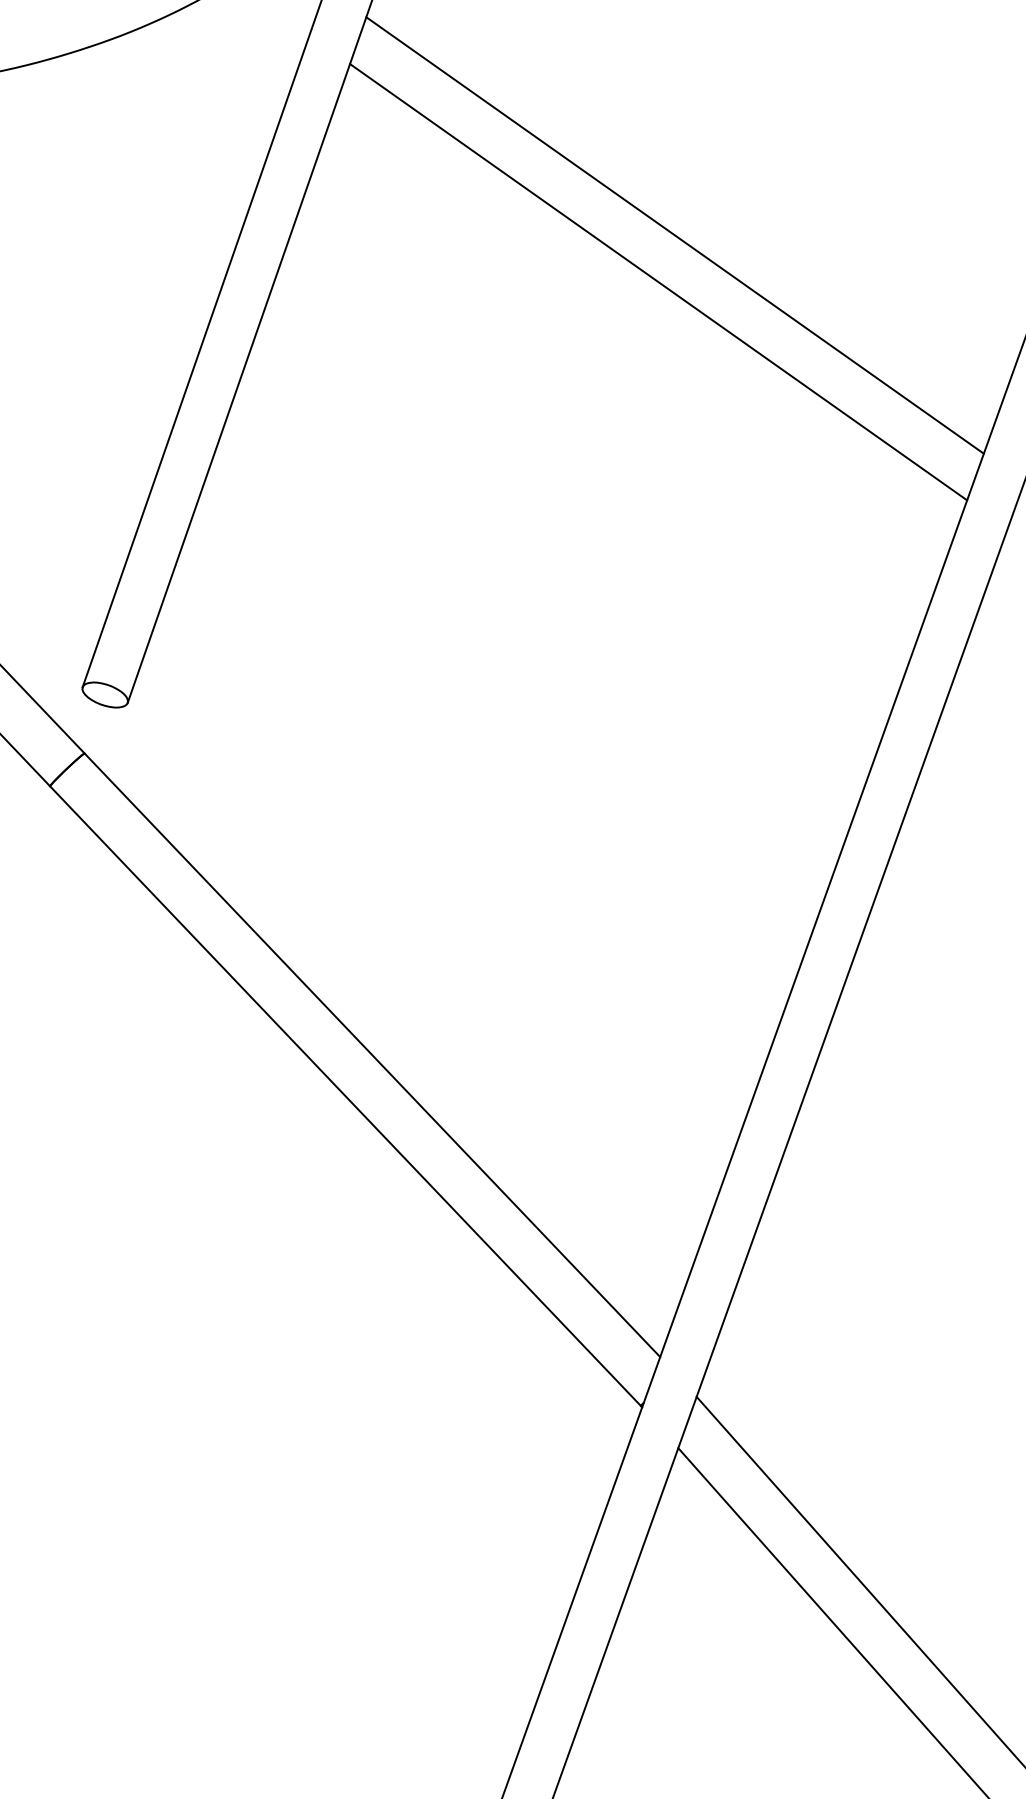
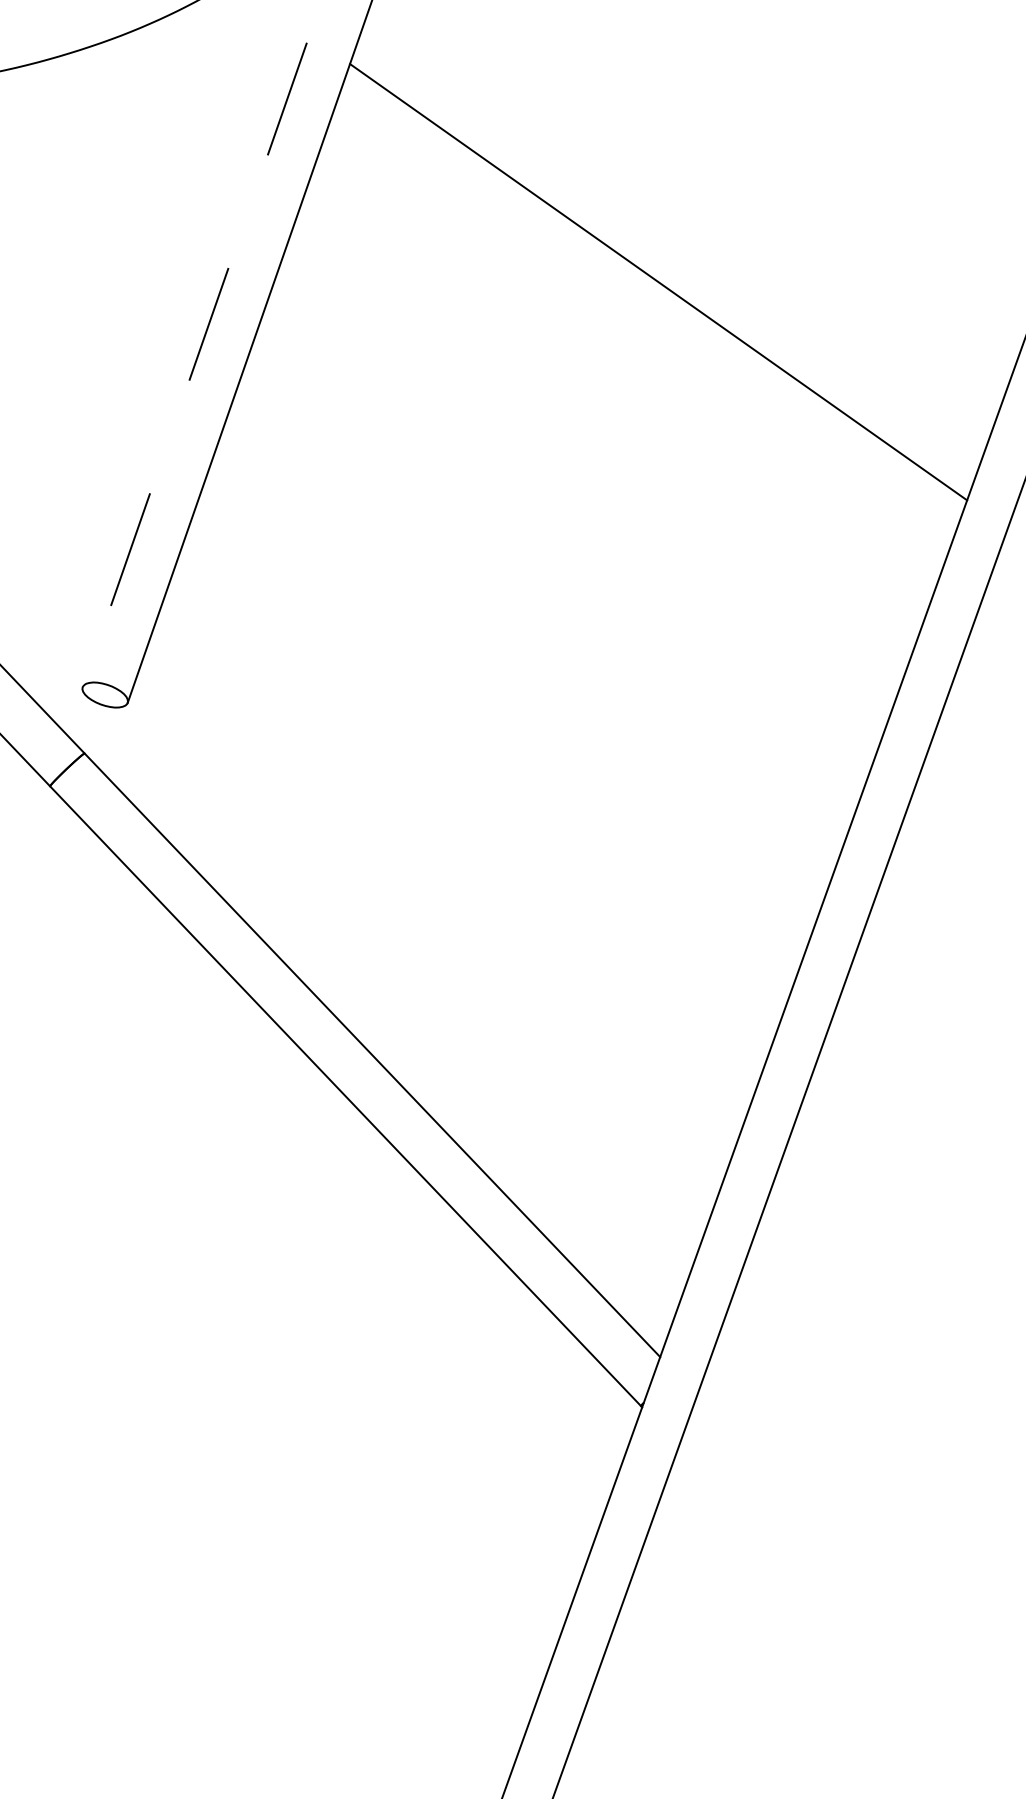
line at (674, 235): present -> none
line at (201, 344): solid -> dashed
line at (859, 1580): present -> none
line at (832, 1621): present -> none
